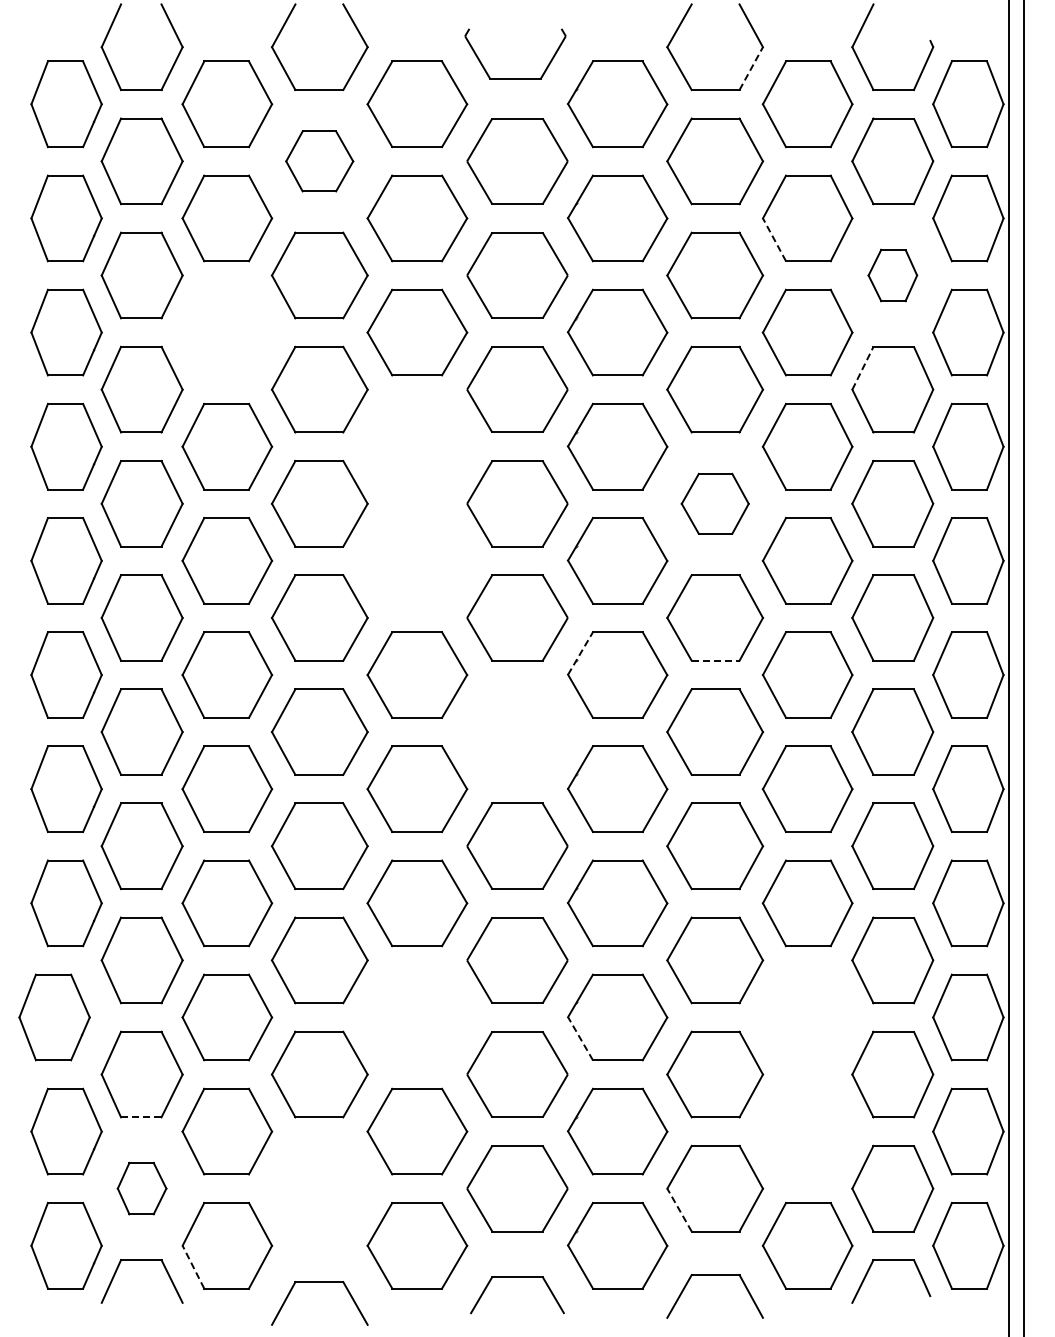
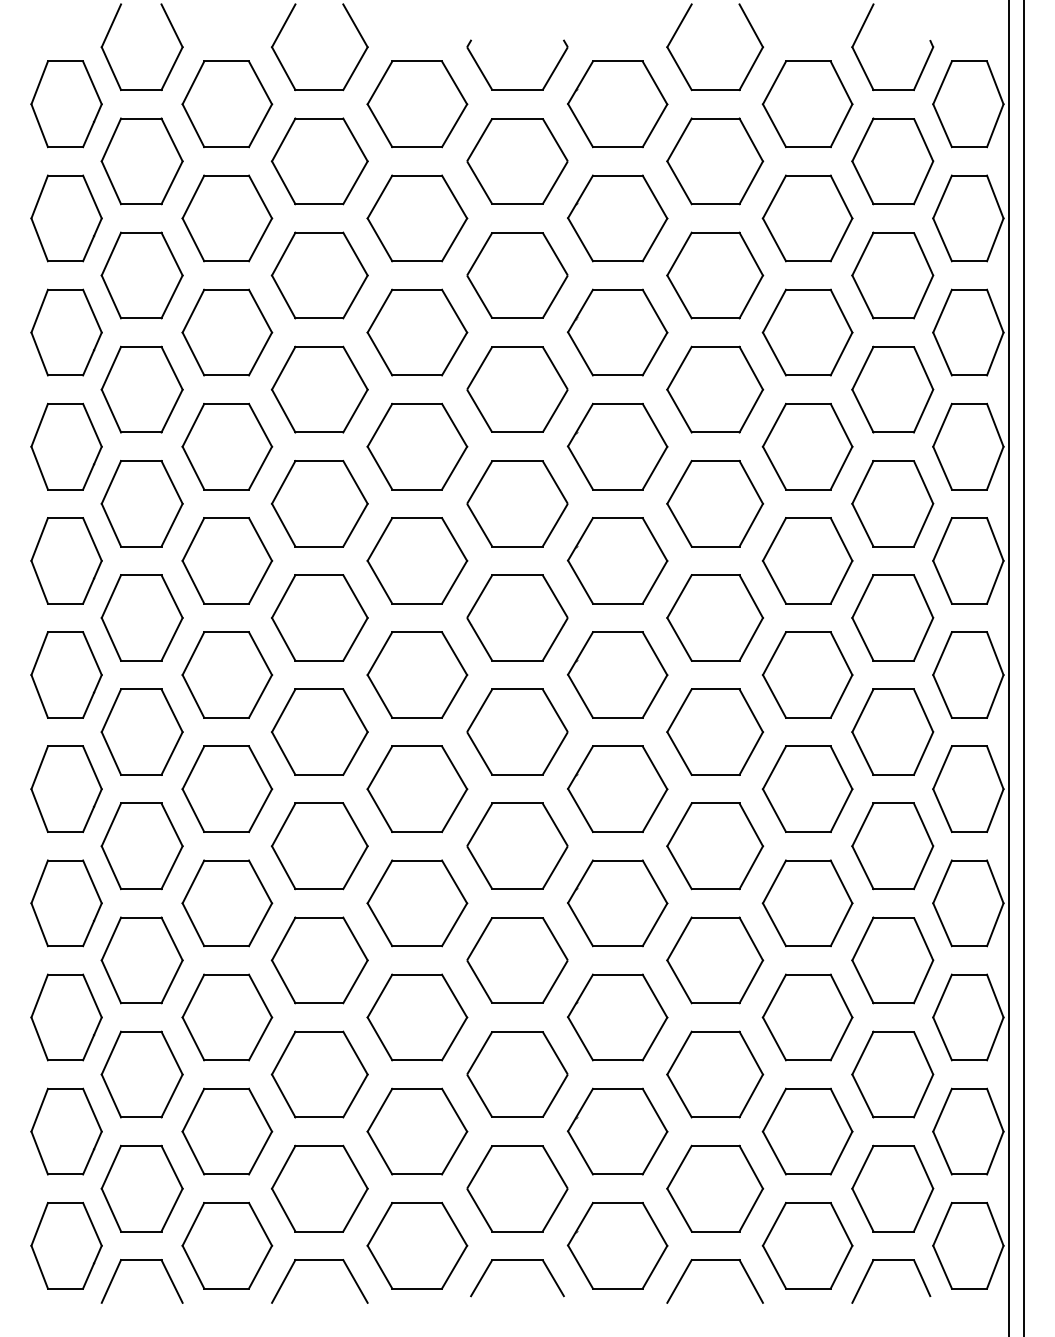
line at (751, 68): dashed -> solid
part at (515, 78) position: (515, 78) -> (517, 89)
part at (319, 161) size: 70x63 px -> 99x89 px
line at (774, 239): dashed -> solid
part at (892, 275) size: 52x55 px -> 84x89 px
part at (227, 332): none -> present
line at (862, 368): dashed -> solid
part at (417, 446): none -> present
part at (714, 503) size: 70x63 px -> 99x88 px
part at (417, 560): none -> present
line at (580, 653): dashed -> solid
line at (715, 660): dashed -> solid
part at (517, 731): none -> present
part at (54, 1017) position: (54, 1017) -> (66, 1017)
part at (417, 1017): none -> present
part at (807, 1017): none -> present
line at (580, 1038): dashed -> solid
line at (141, 1117): dashed -> solid
part at (807, 1131): none -> present
part at (141, 1188) size: 52x54 px -> 84x89 px
part at (319, 1188): none -> present
line at (679, 1210): dashed -> solid
line at (193, 1267): dashed -> solid
part at (714, 1275) position: (714, 1275) -> (714, 1260)
part at (517, 1277) position: (517, 1277) -> (517, 1260)
part at (319, 1282) position: (319, 1282) -> (319, 1260)
